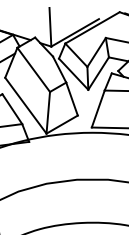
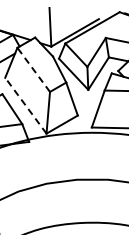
line at (33, 69): solid -> dashed
line at (25, 105): solid -> dashed
